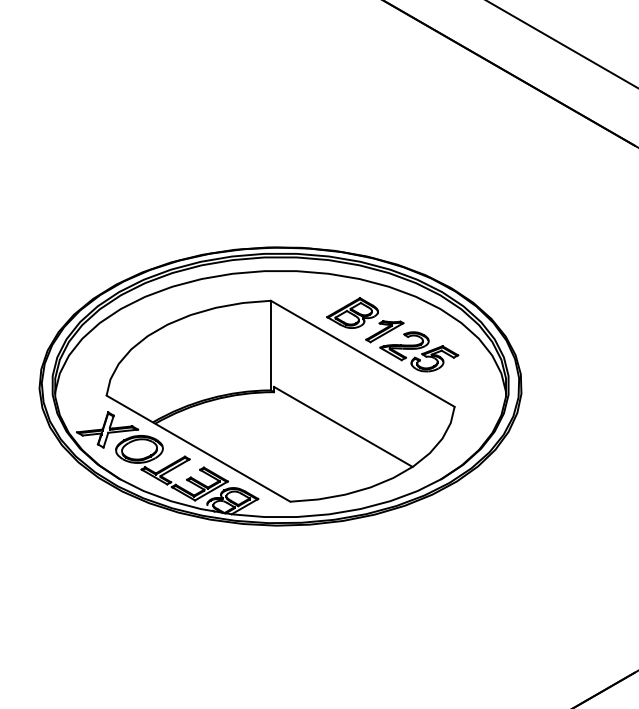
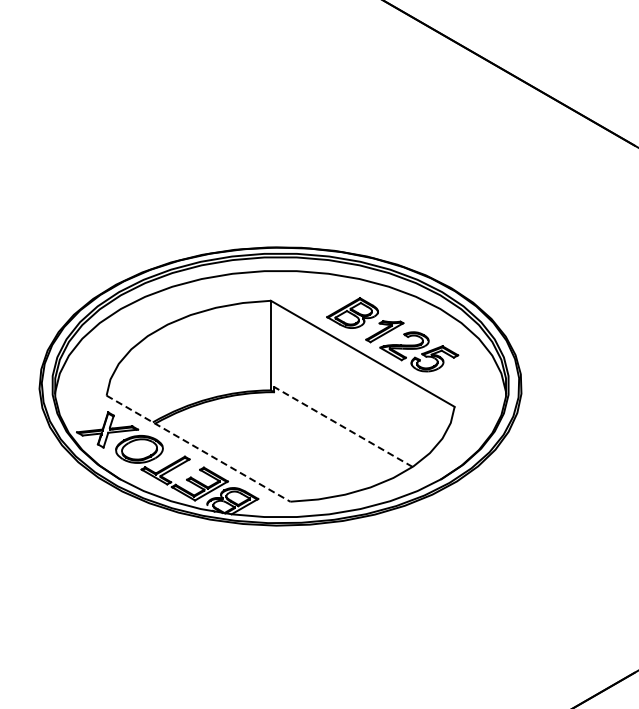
line at (561, 44): present -> none
line at (342, 426): solid -> dashed
line at (198, 448): solid -> dashed
